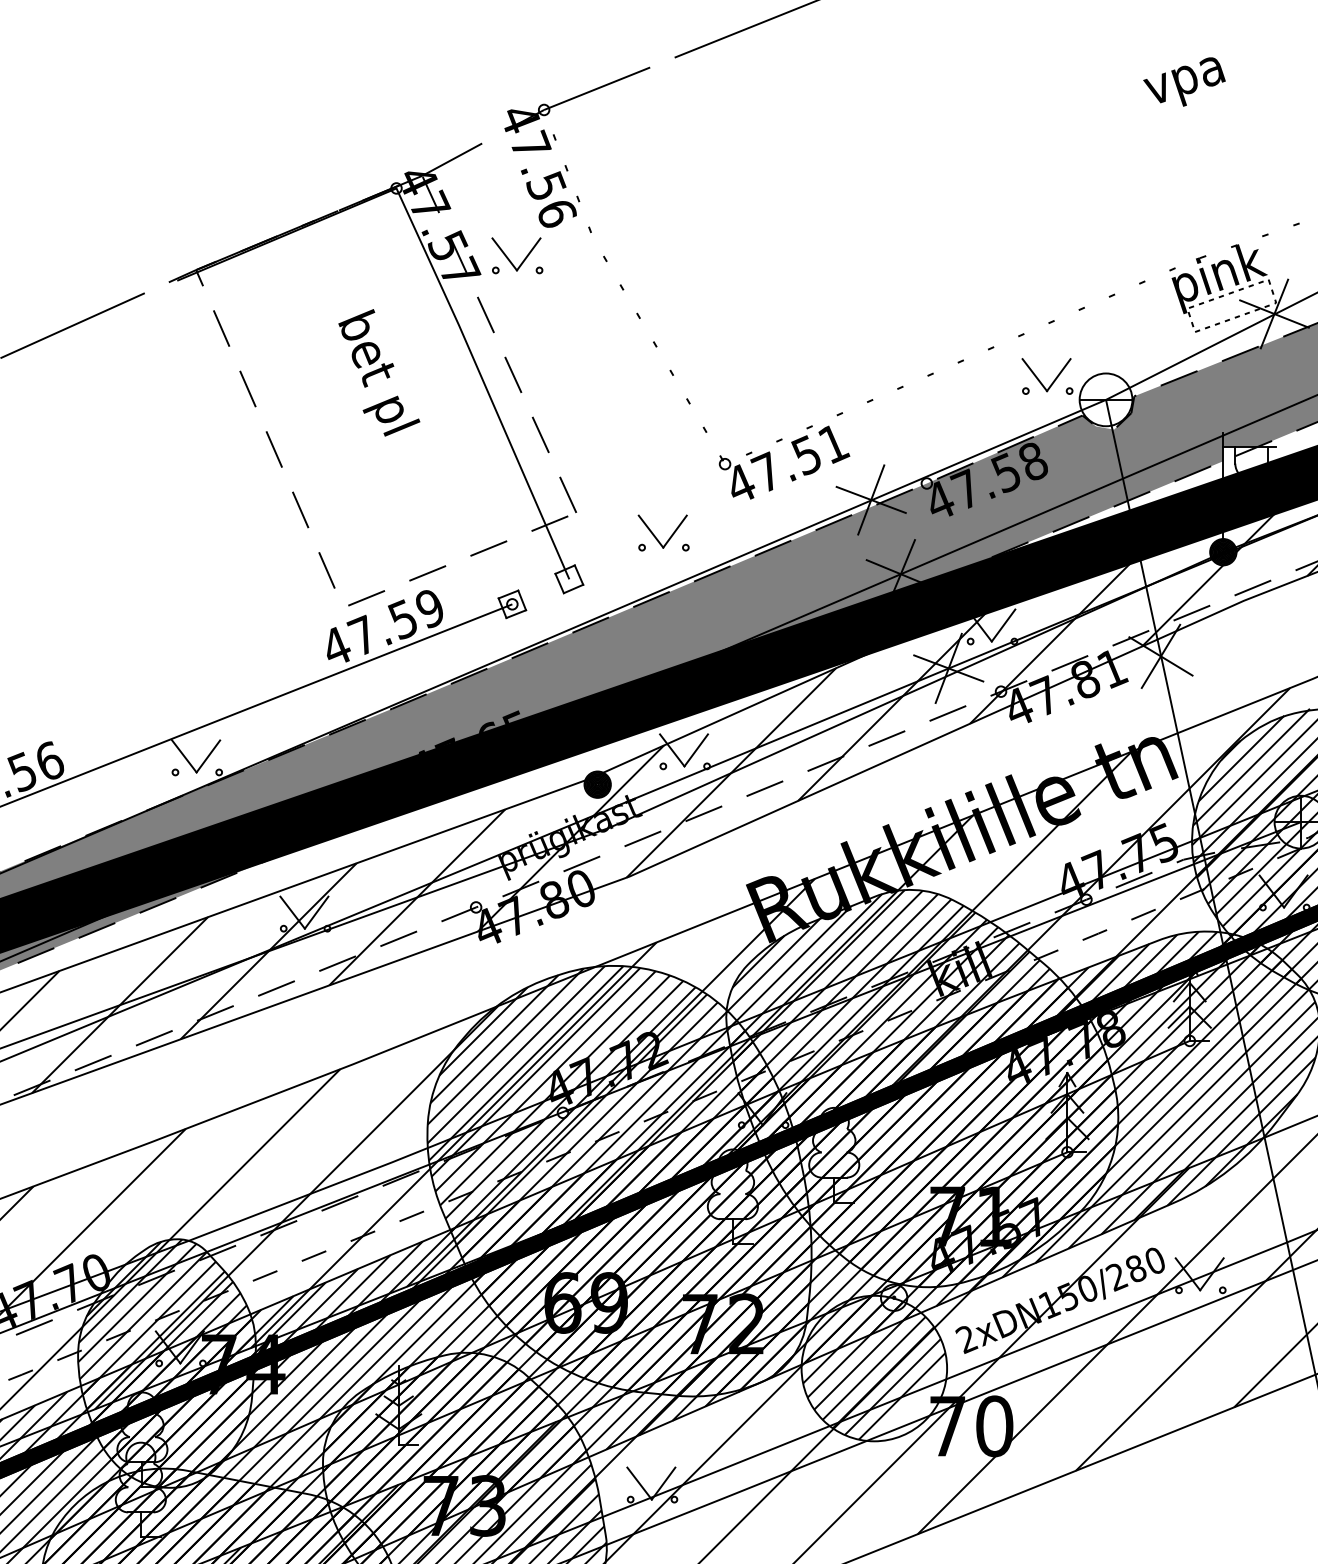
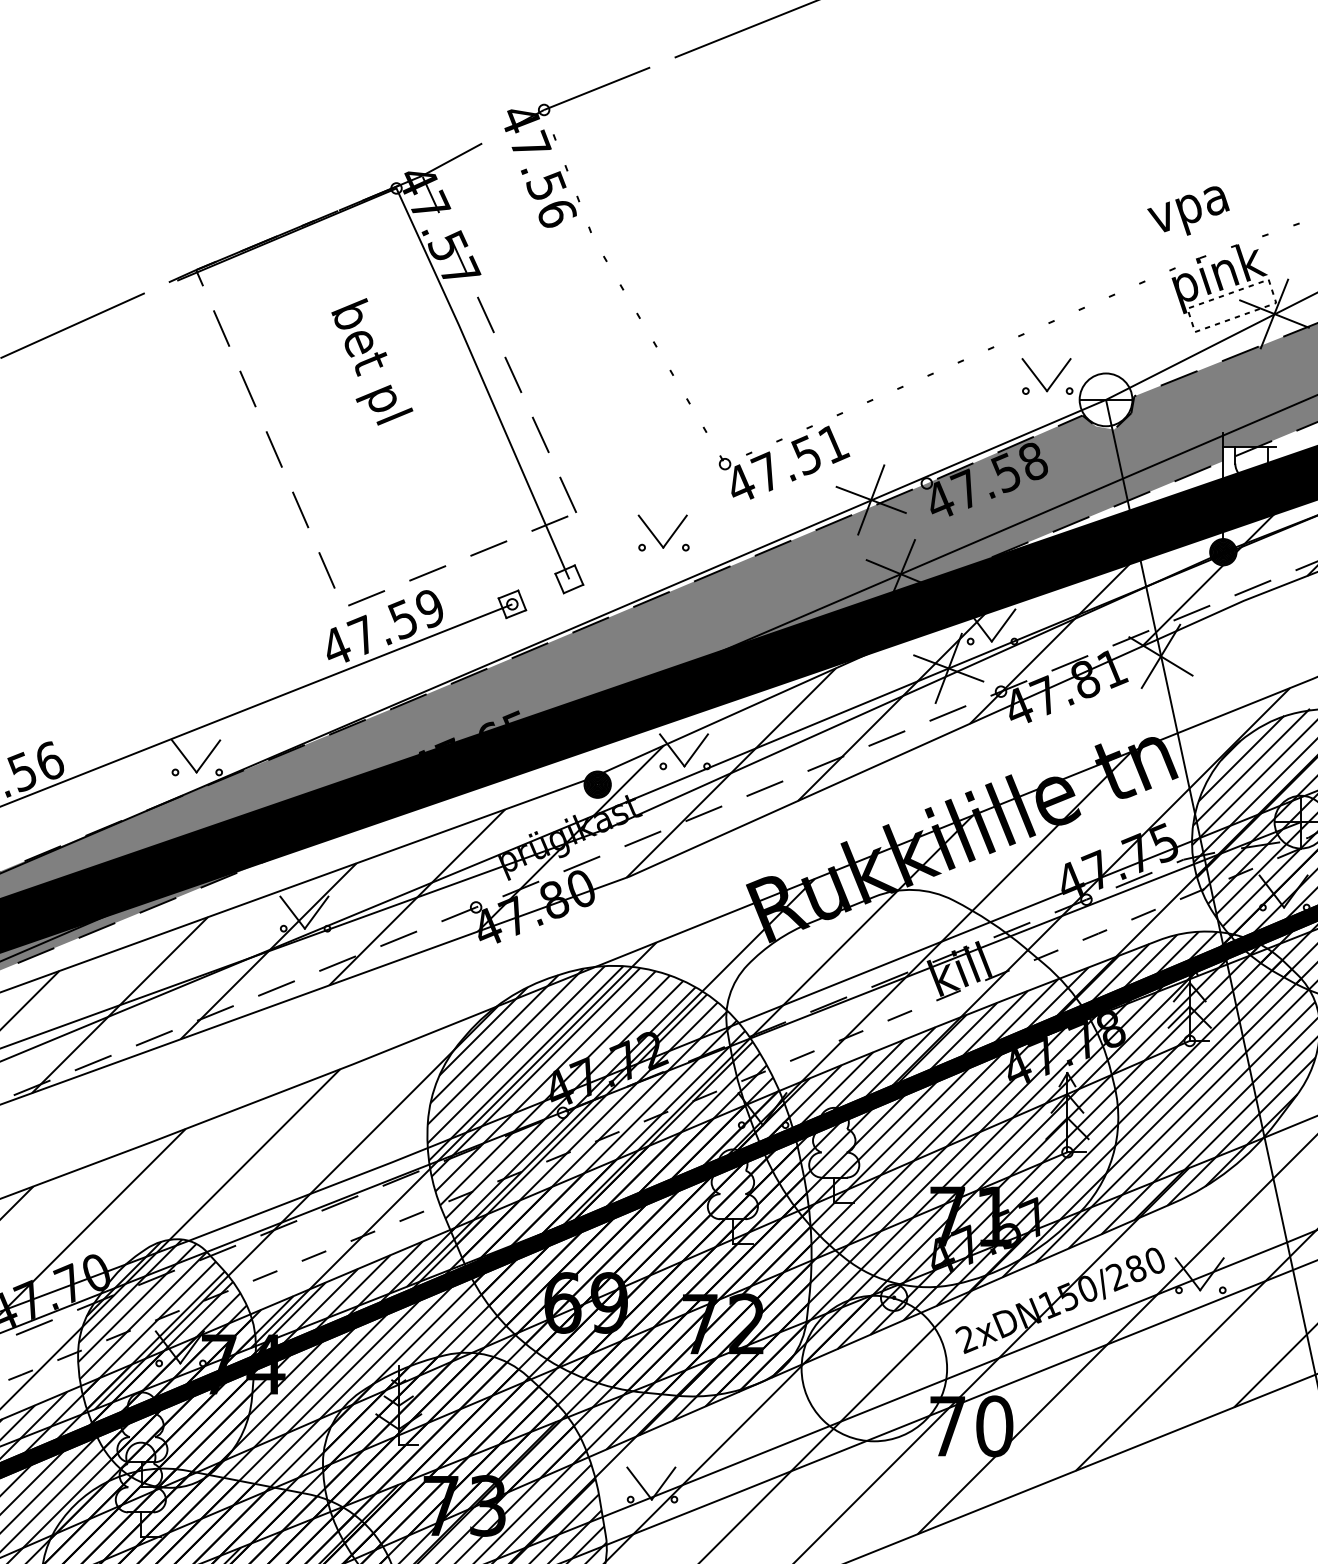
text at (1184, 81) position: (1184, 81) -> (1188, 210)
part at (523, 259): present -> none
text at (379, 372) position: (379, 372) -> (372, 361)
hatch at (922, 1088): present -> none
hatch at (874, 1368): present -> none
